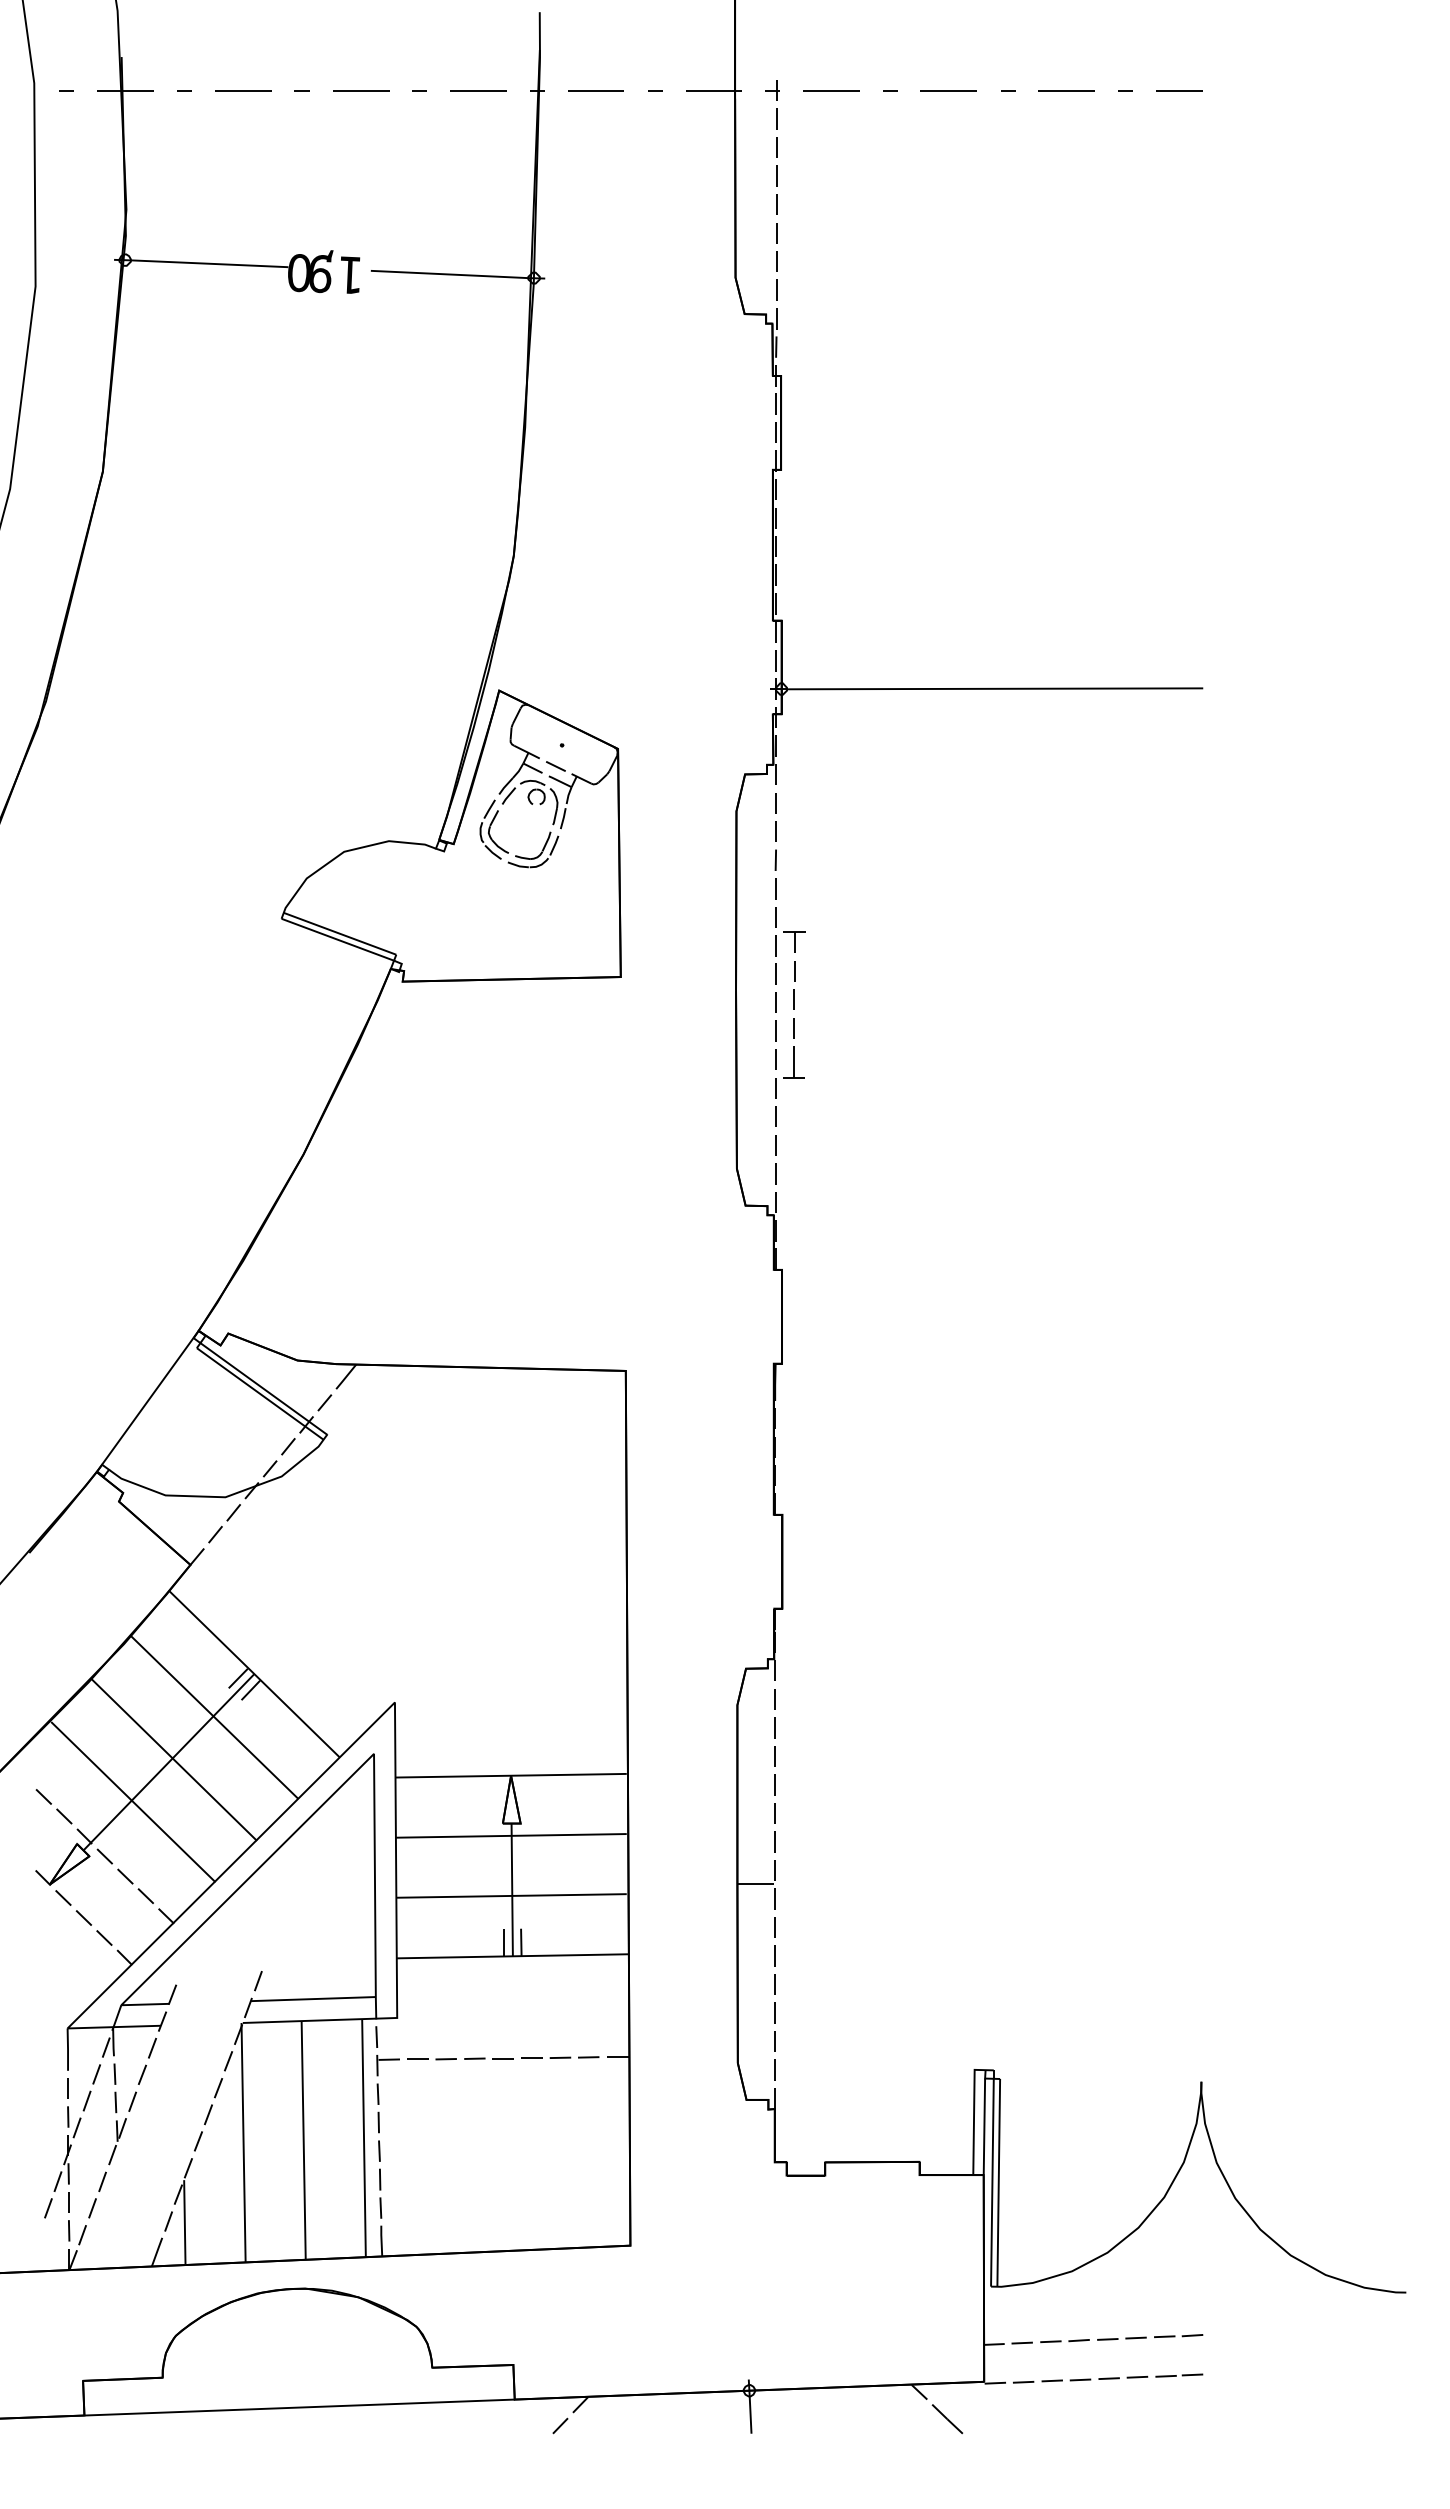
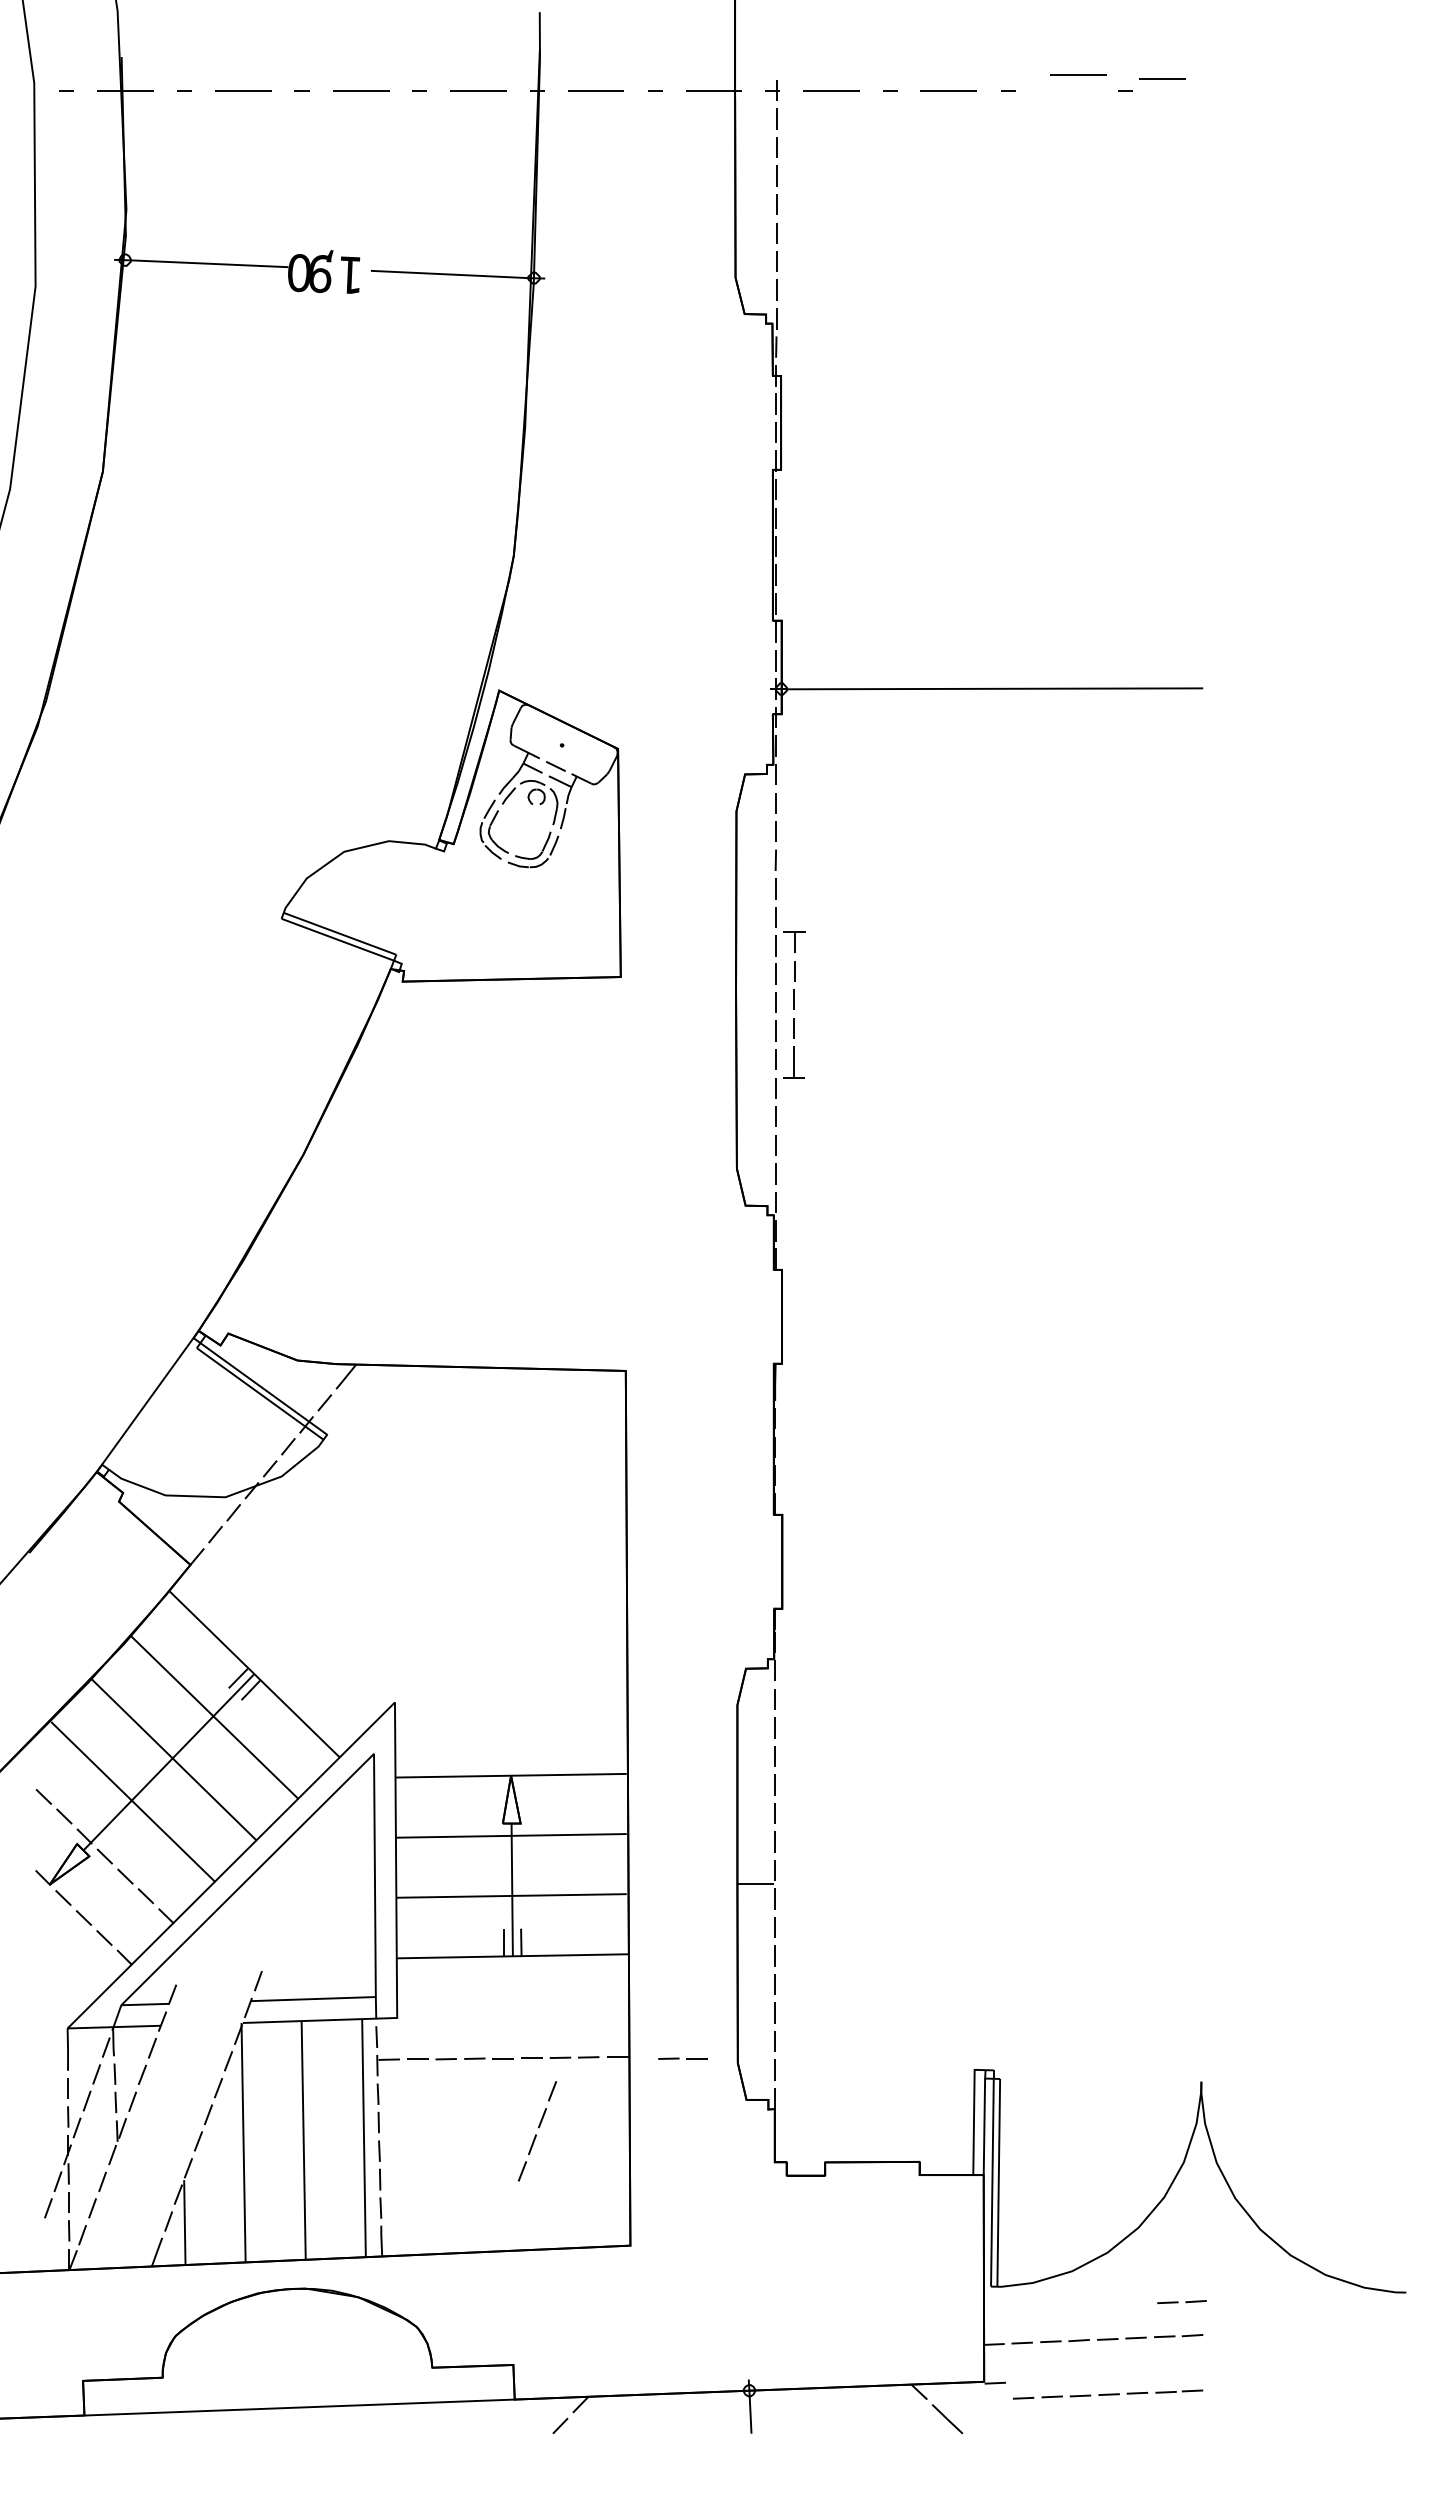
line at (1066, 90) position: (1066, 90) -> (1078, 74)
line at (1179, 90) position: (1179, 90) -> (1162, 78)
line at (679, 2058): none -> present
part at (537, 2131): none -> present
part at (1181, 2301): none -> present
part at (1108, 2378) position: (1108, 2378) -> (1108, 2394)
